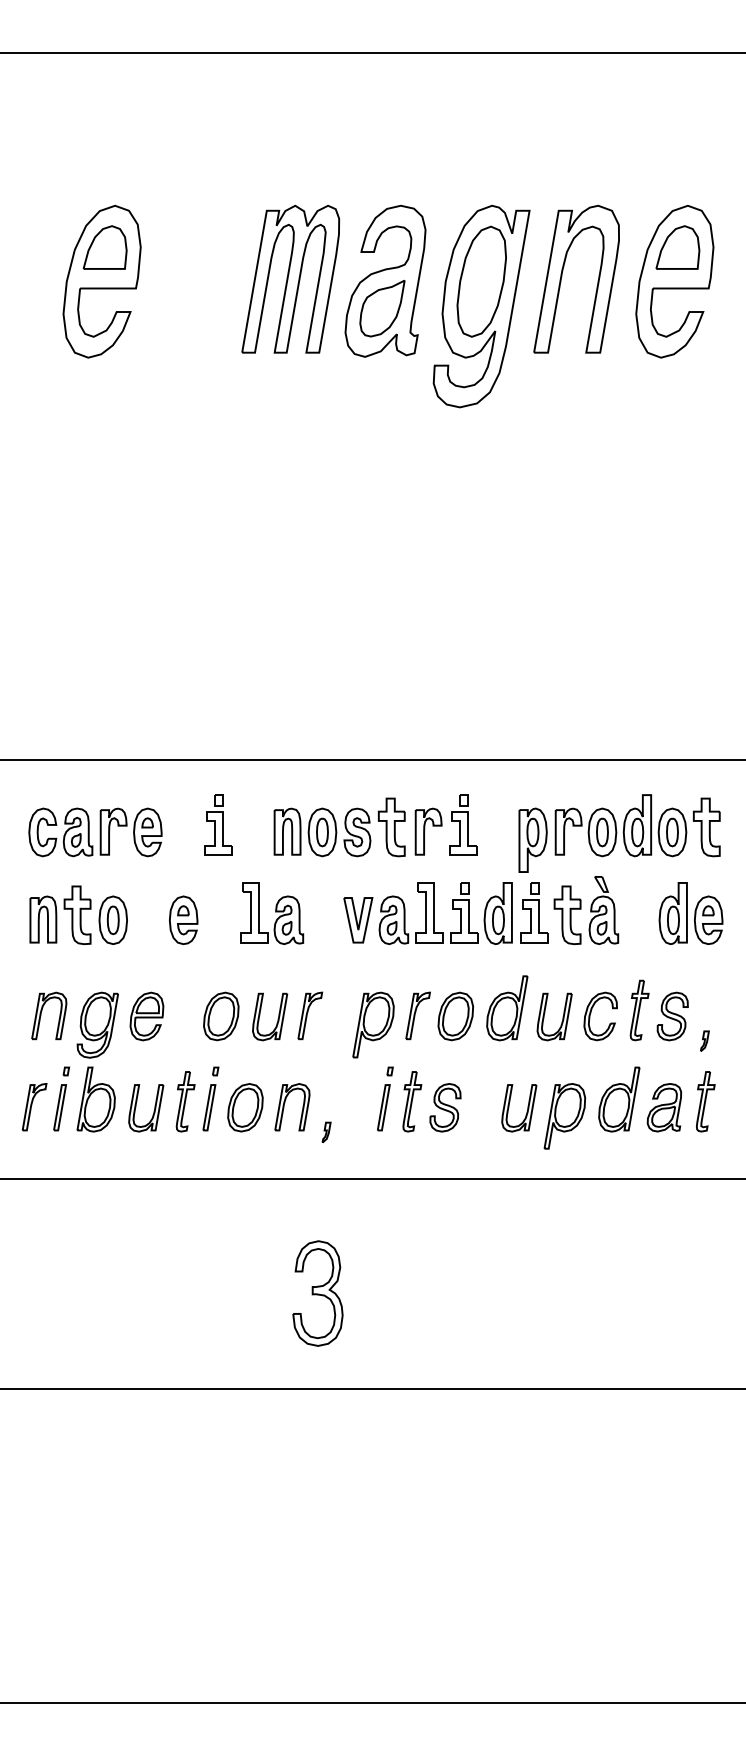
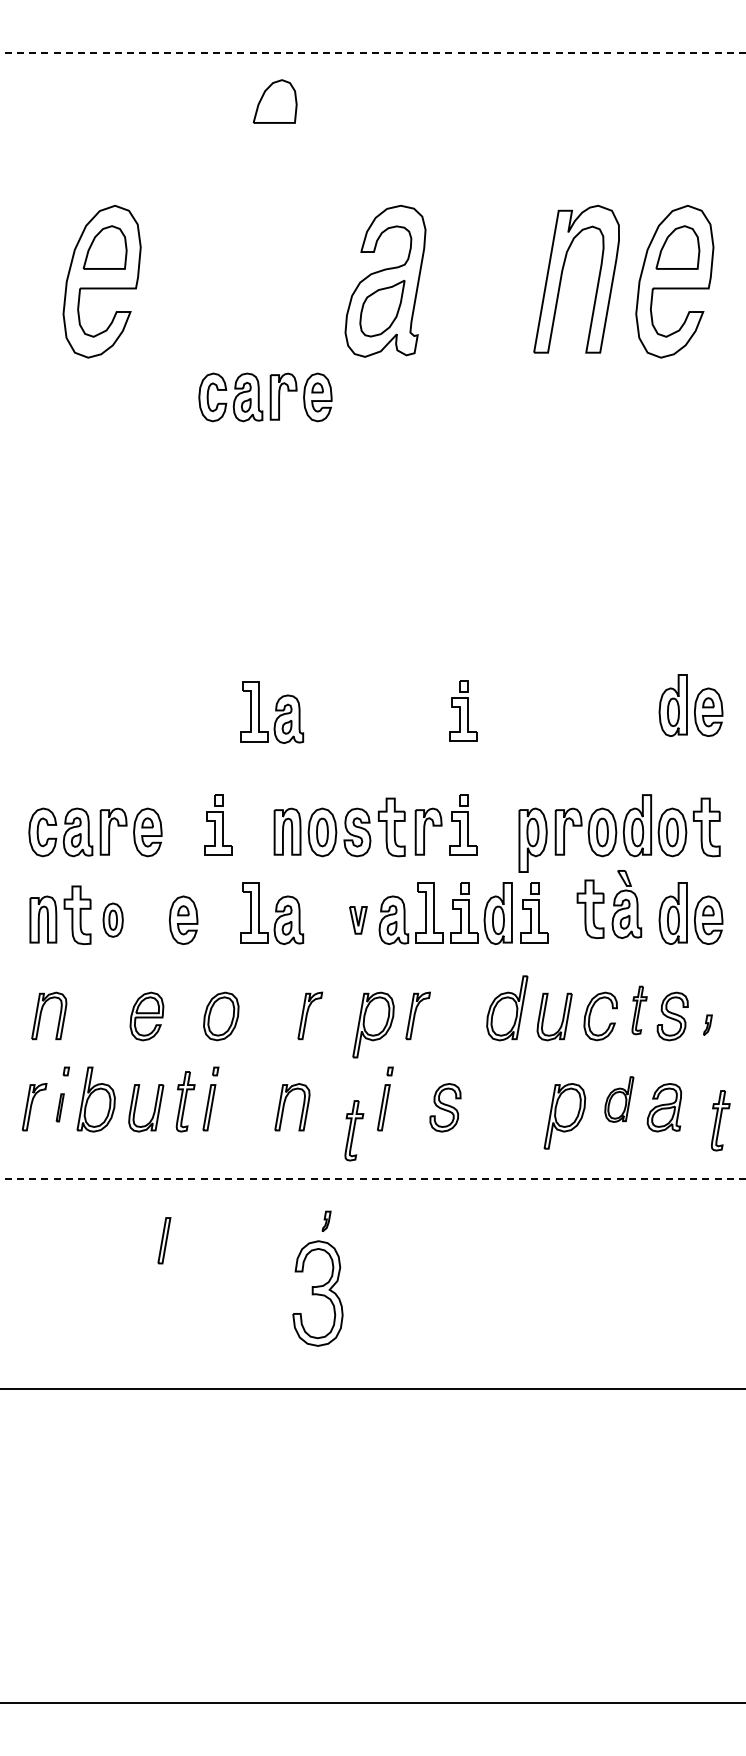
line at (372, 52): solid -> dashed
part at (274, 101): none -> present
part at (290, 278): present -> none
part at (481, 306): present -> none
part at (265, 397): none -> present
part at (690, 705): none -> present
part at (463, 710): none -> present
part at (272, 712): none -> present
line at (372, 760): present -> none
part at (586, 910) position: (586, 910) -> (609, 904)
part at (112, 919) size: 30x50 px -> 22x36 px
part at (358, 920) size: 31x47 px -> 19x29 px
part at (639, 1010) size: 21x63 px -> 17x51 px
part at (455, 1016): present -> none
part at (277, 1019): present -> none
part at (97, 1024): present -> none
part at (704, 1040) position: (704, 1040) -> (707, 1024)
part at (619, 1099) size: 43x67 px -> 31x47 px
part at (412, 1101) position: (412, 1101) -> (354, 1130)
part at (705, 1101) position: (705, 1101) -> (720, 1120)
part at (60, 1107) size: 15x48 px -> 10x30 px
part at (245, 1107): present -> none
part at (526, 1111): present -> none
part at (326, 1131) position: (326, 1131) -> (326, 1220)
line at (372, 1179): solid -> dashed
part at (164, 1240): none -> present
